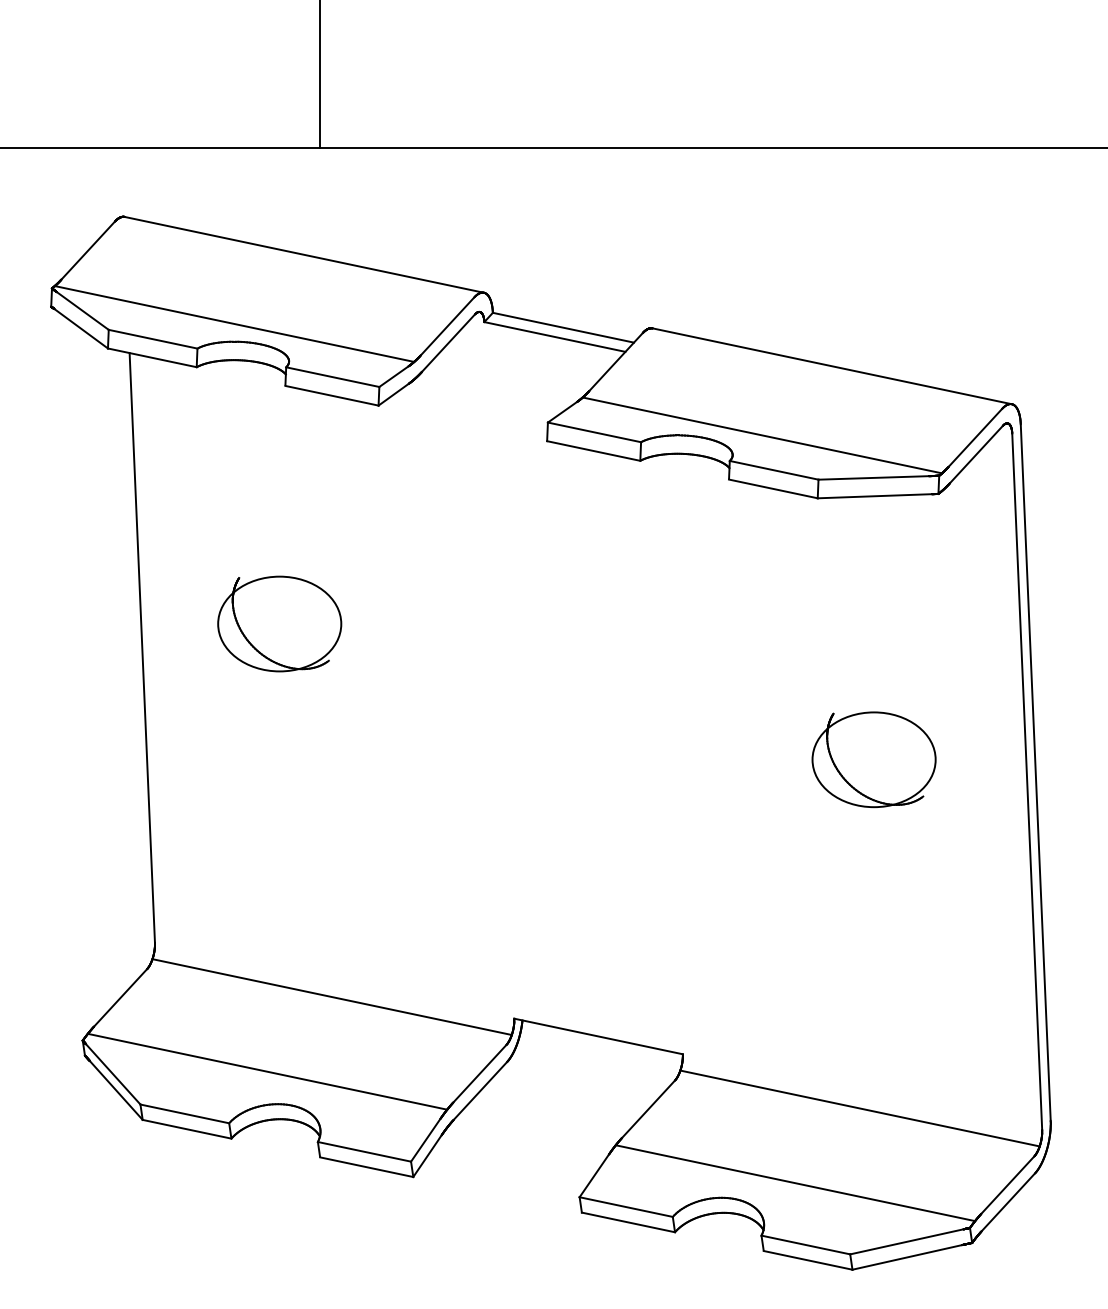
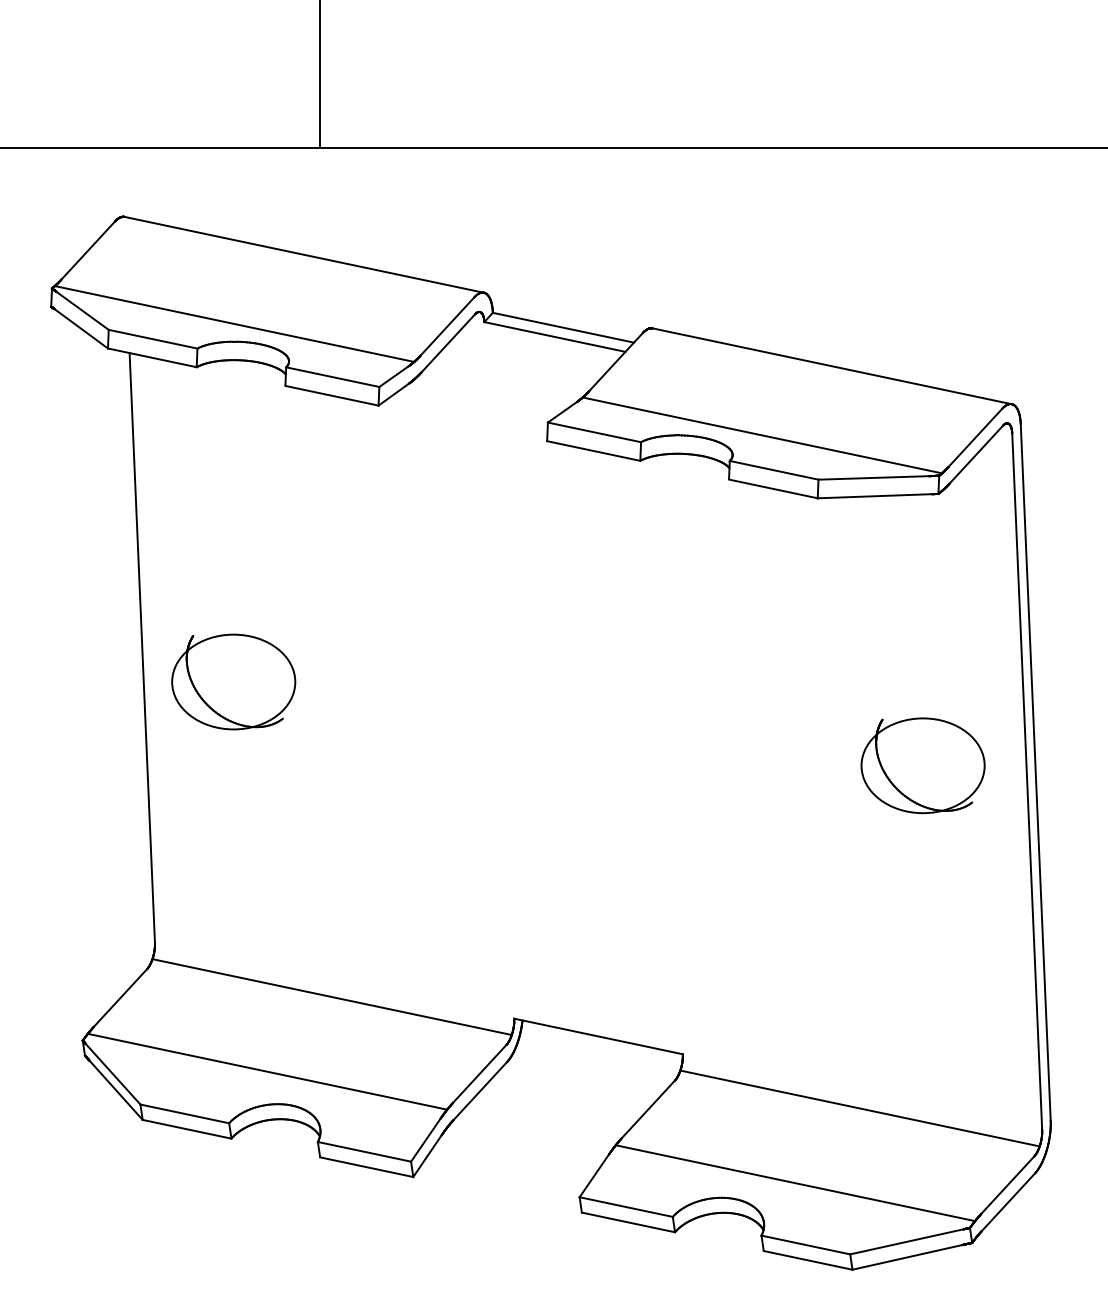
part at (279, 623) position: (279, 623) -> (233, 681)
part at (873, 759) position: (873, 759) -> (922, 765)
